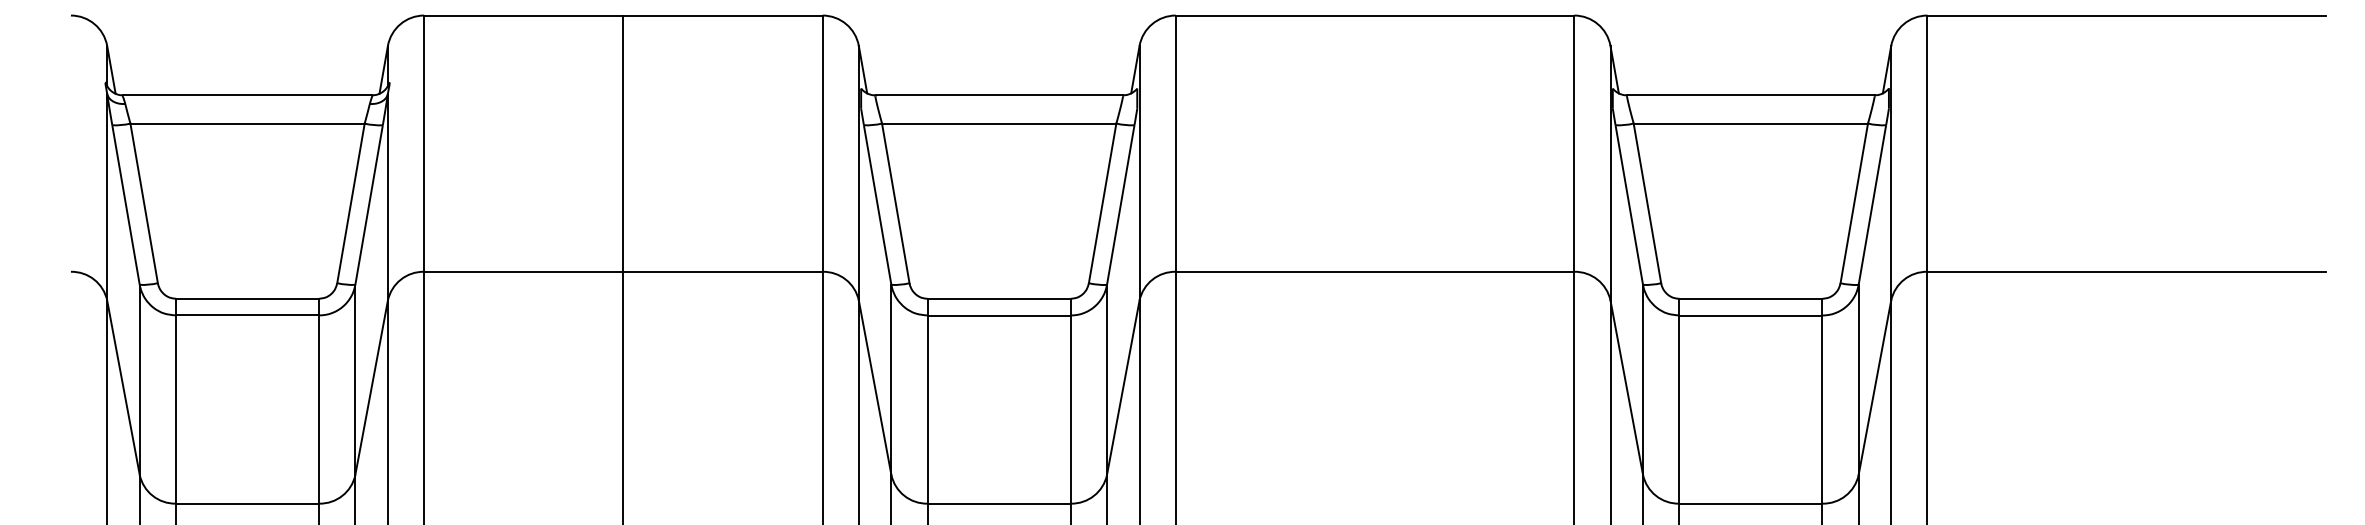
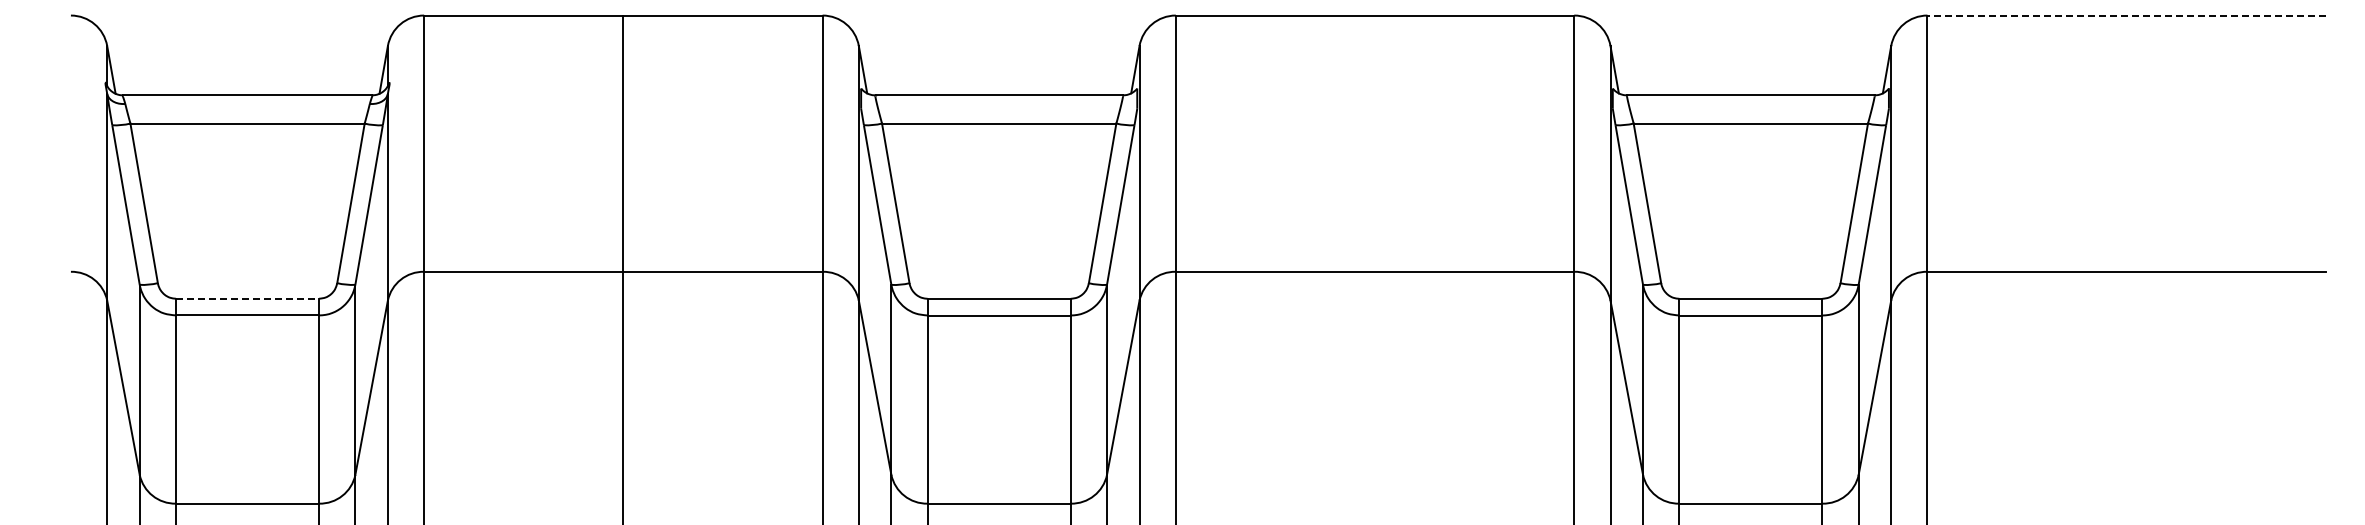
line at (2126, 15): solid -> dashed
line at (247, 298): solid -> dashed
